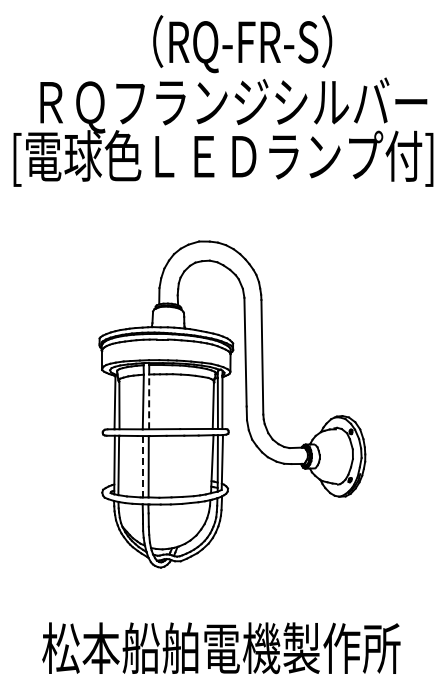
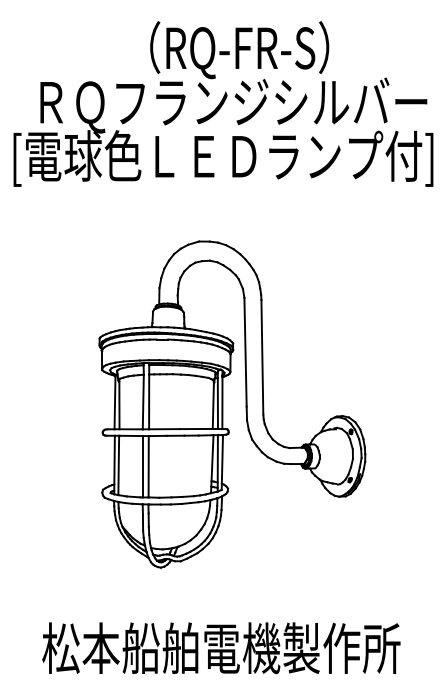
text at (242, 44) position: (242, 44) -> (239, 50)
line at (149, 401): dashed -> solid
line at (142, 466): dashed -> solid
